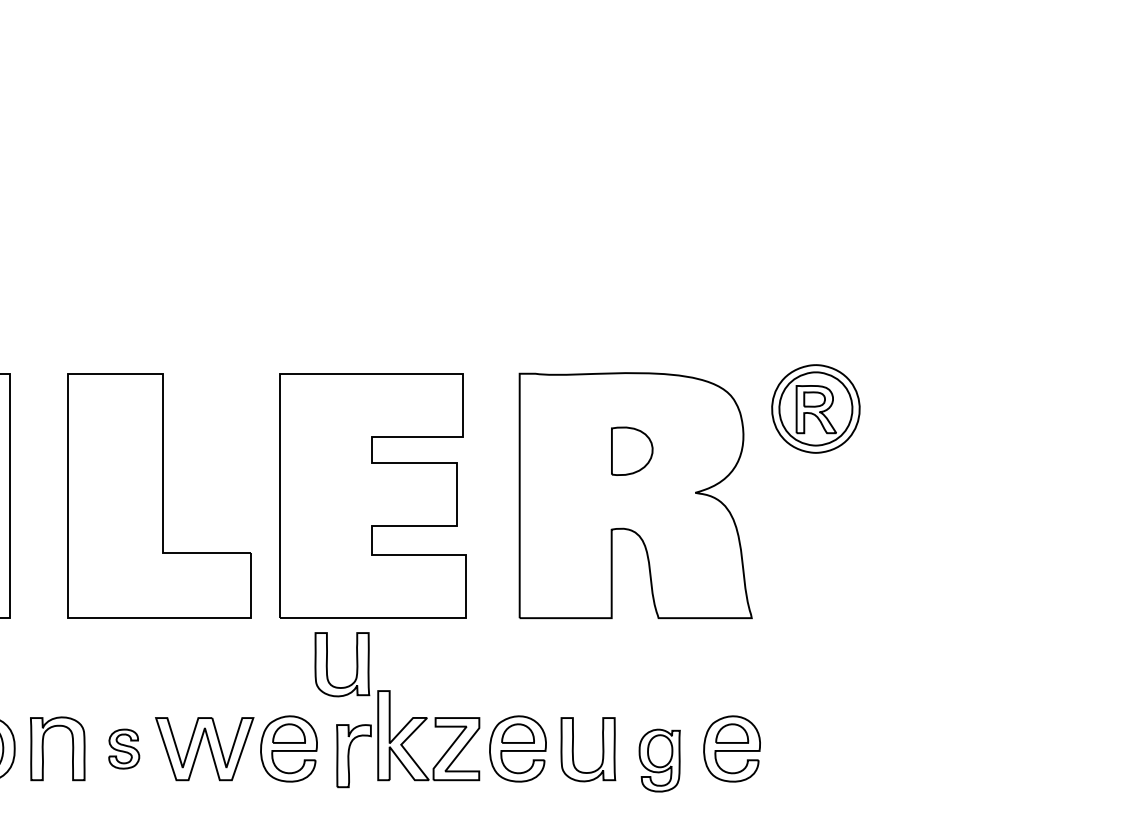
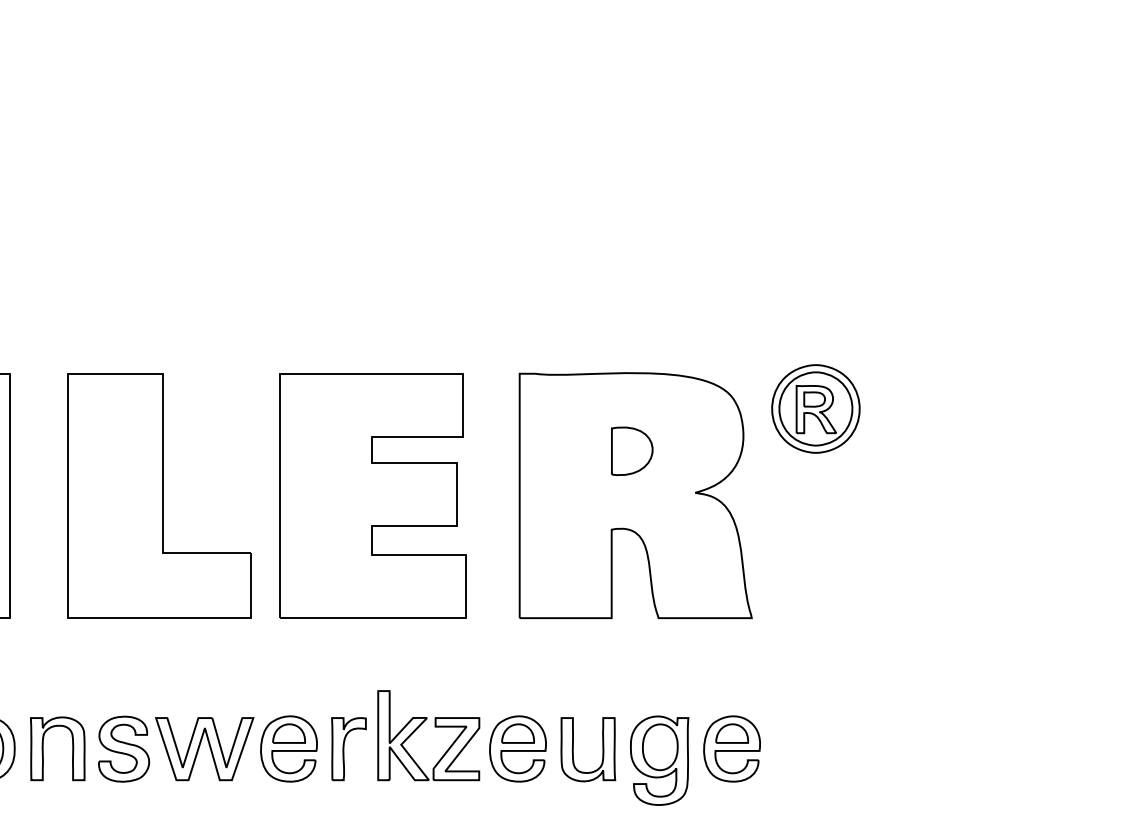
part at (356, 664): present -> none
part at (124, 748) size: 33x42 px -> 53x68 px
part at (353, 756) position: (353, 756) -> (348, 749)
part at (659, 760) size: 43x65 px -> 60x91 px
